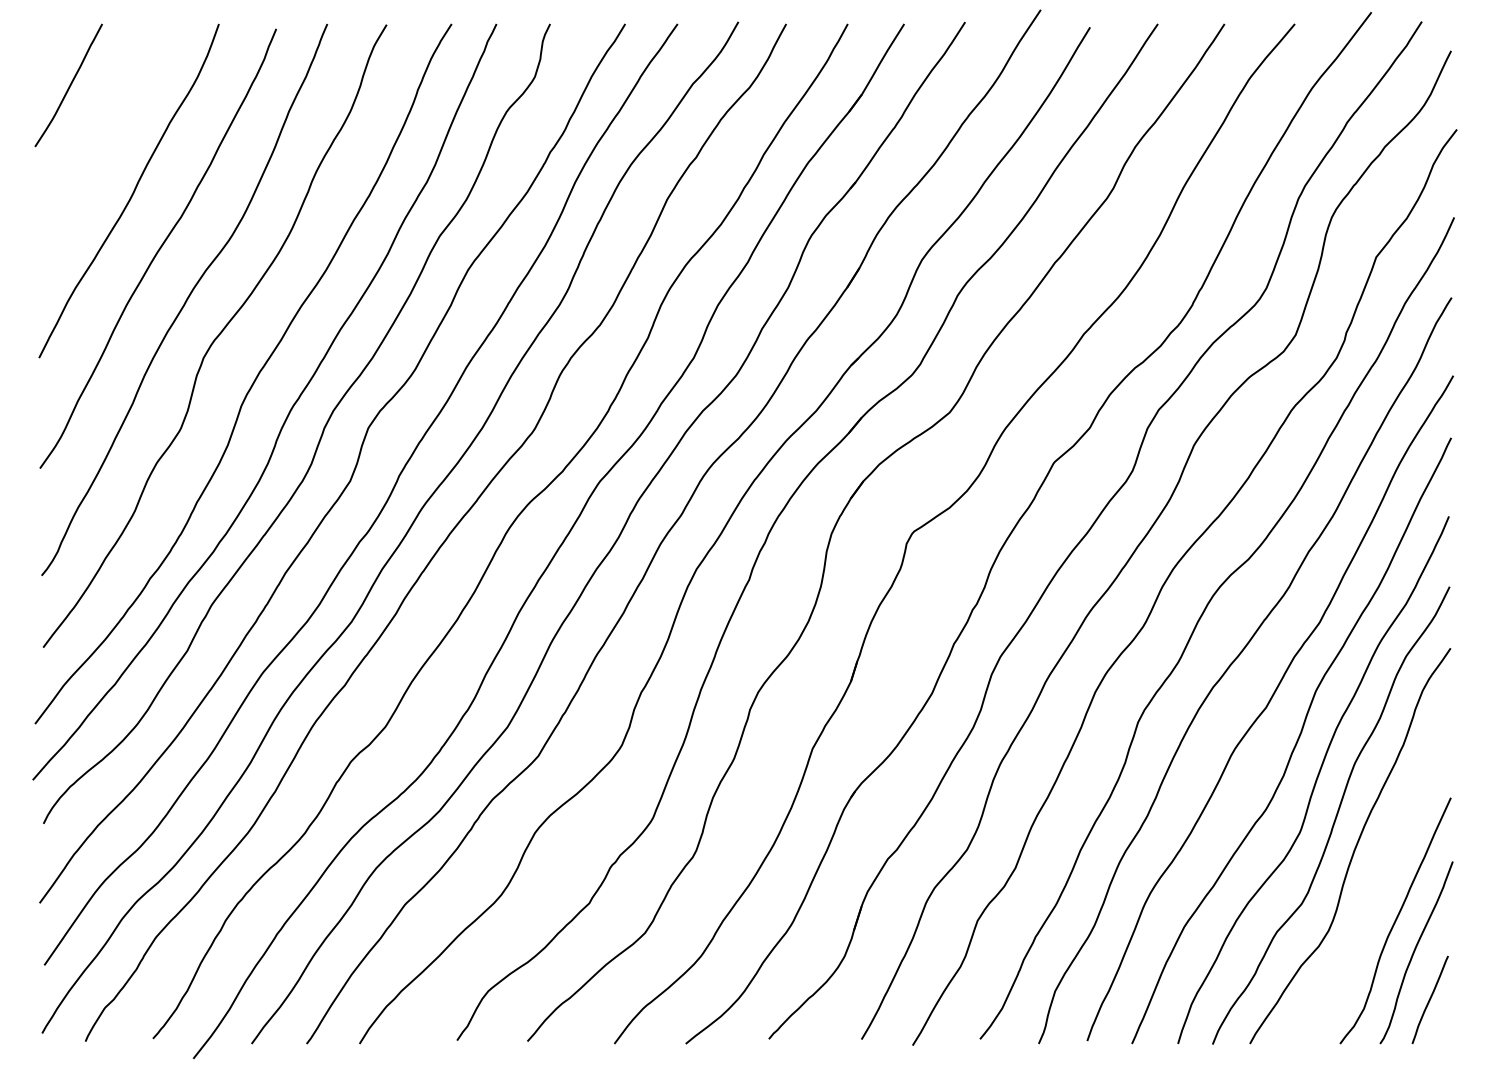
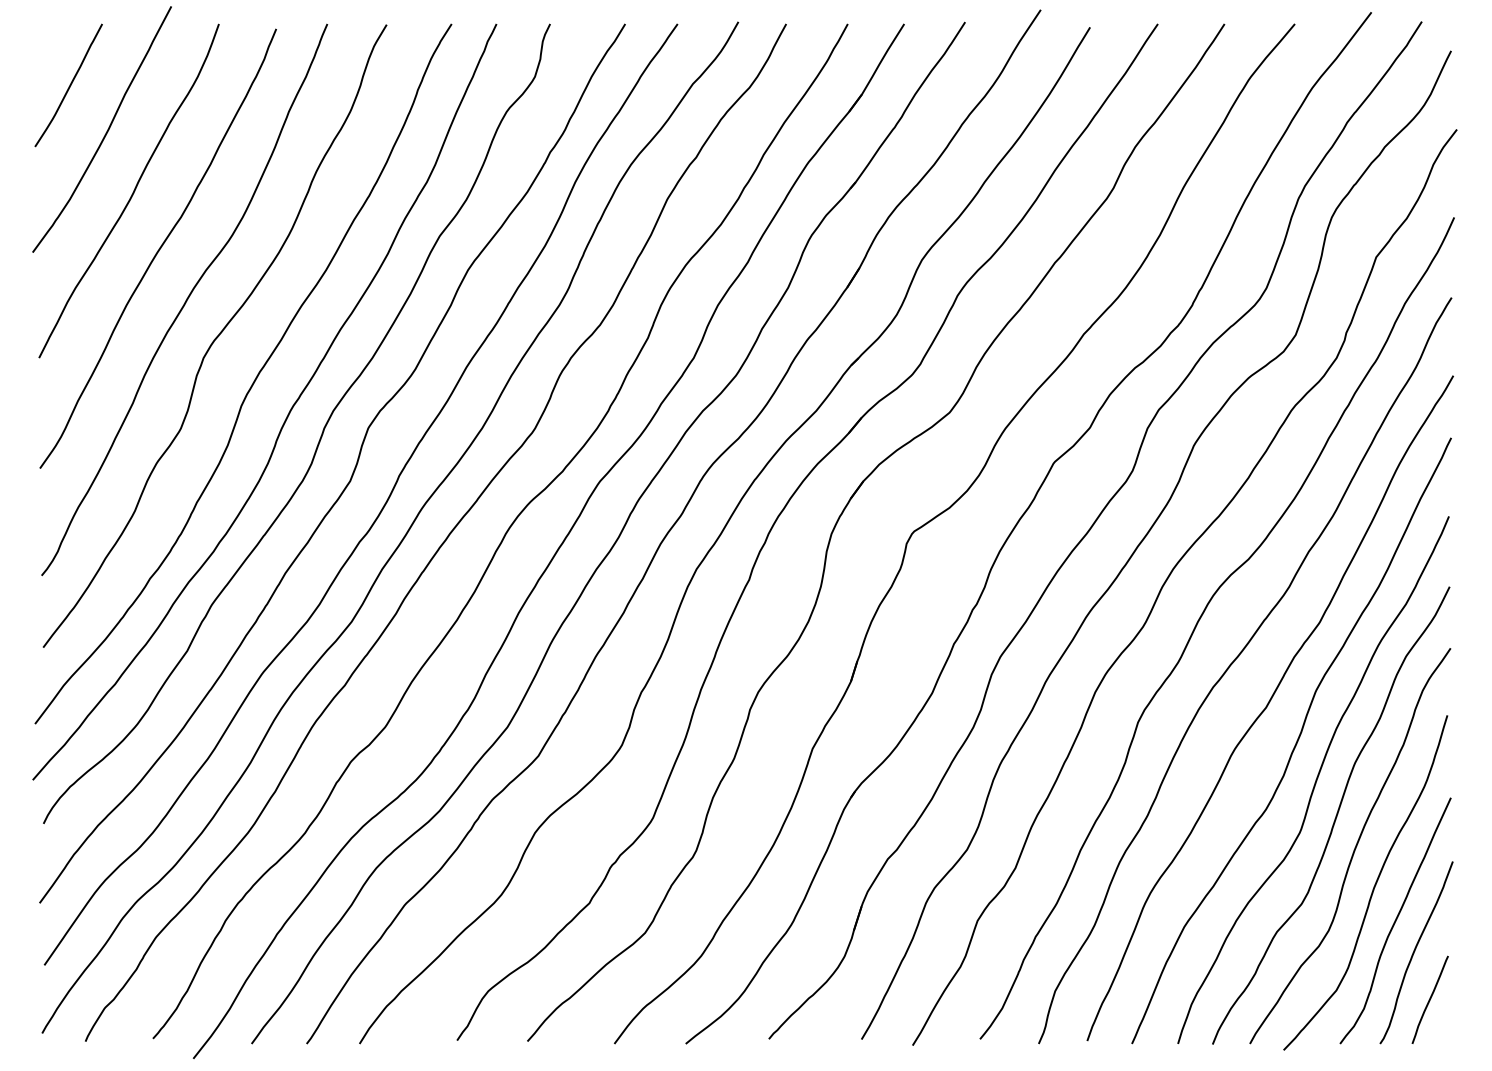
curve at (106, 131): none -> present
curve at (1373, 886): none -> present
